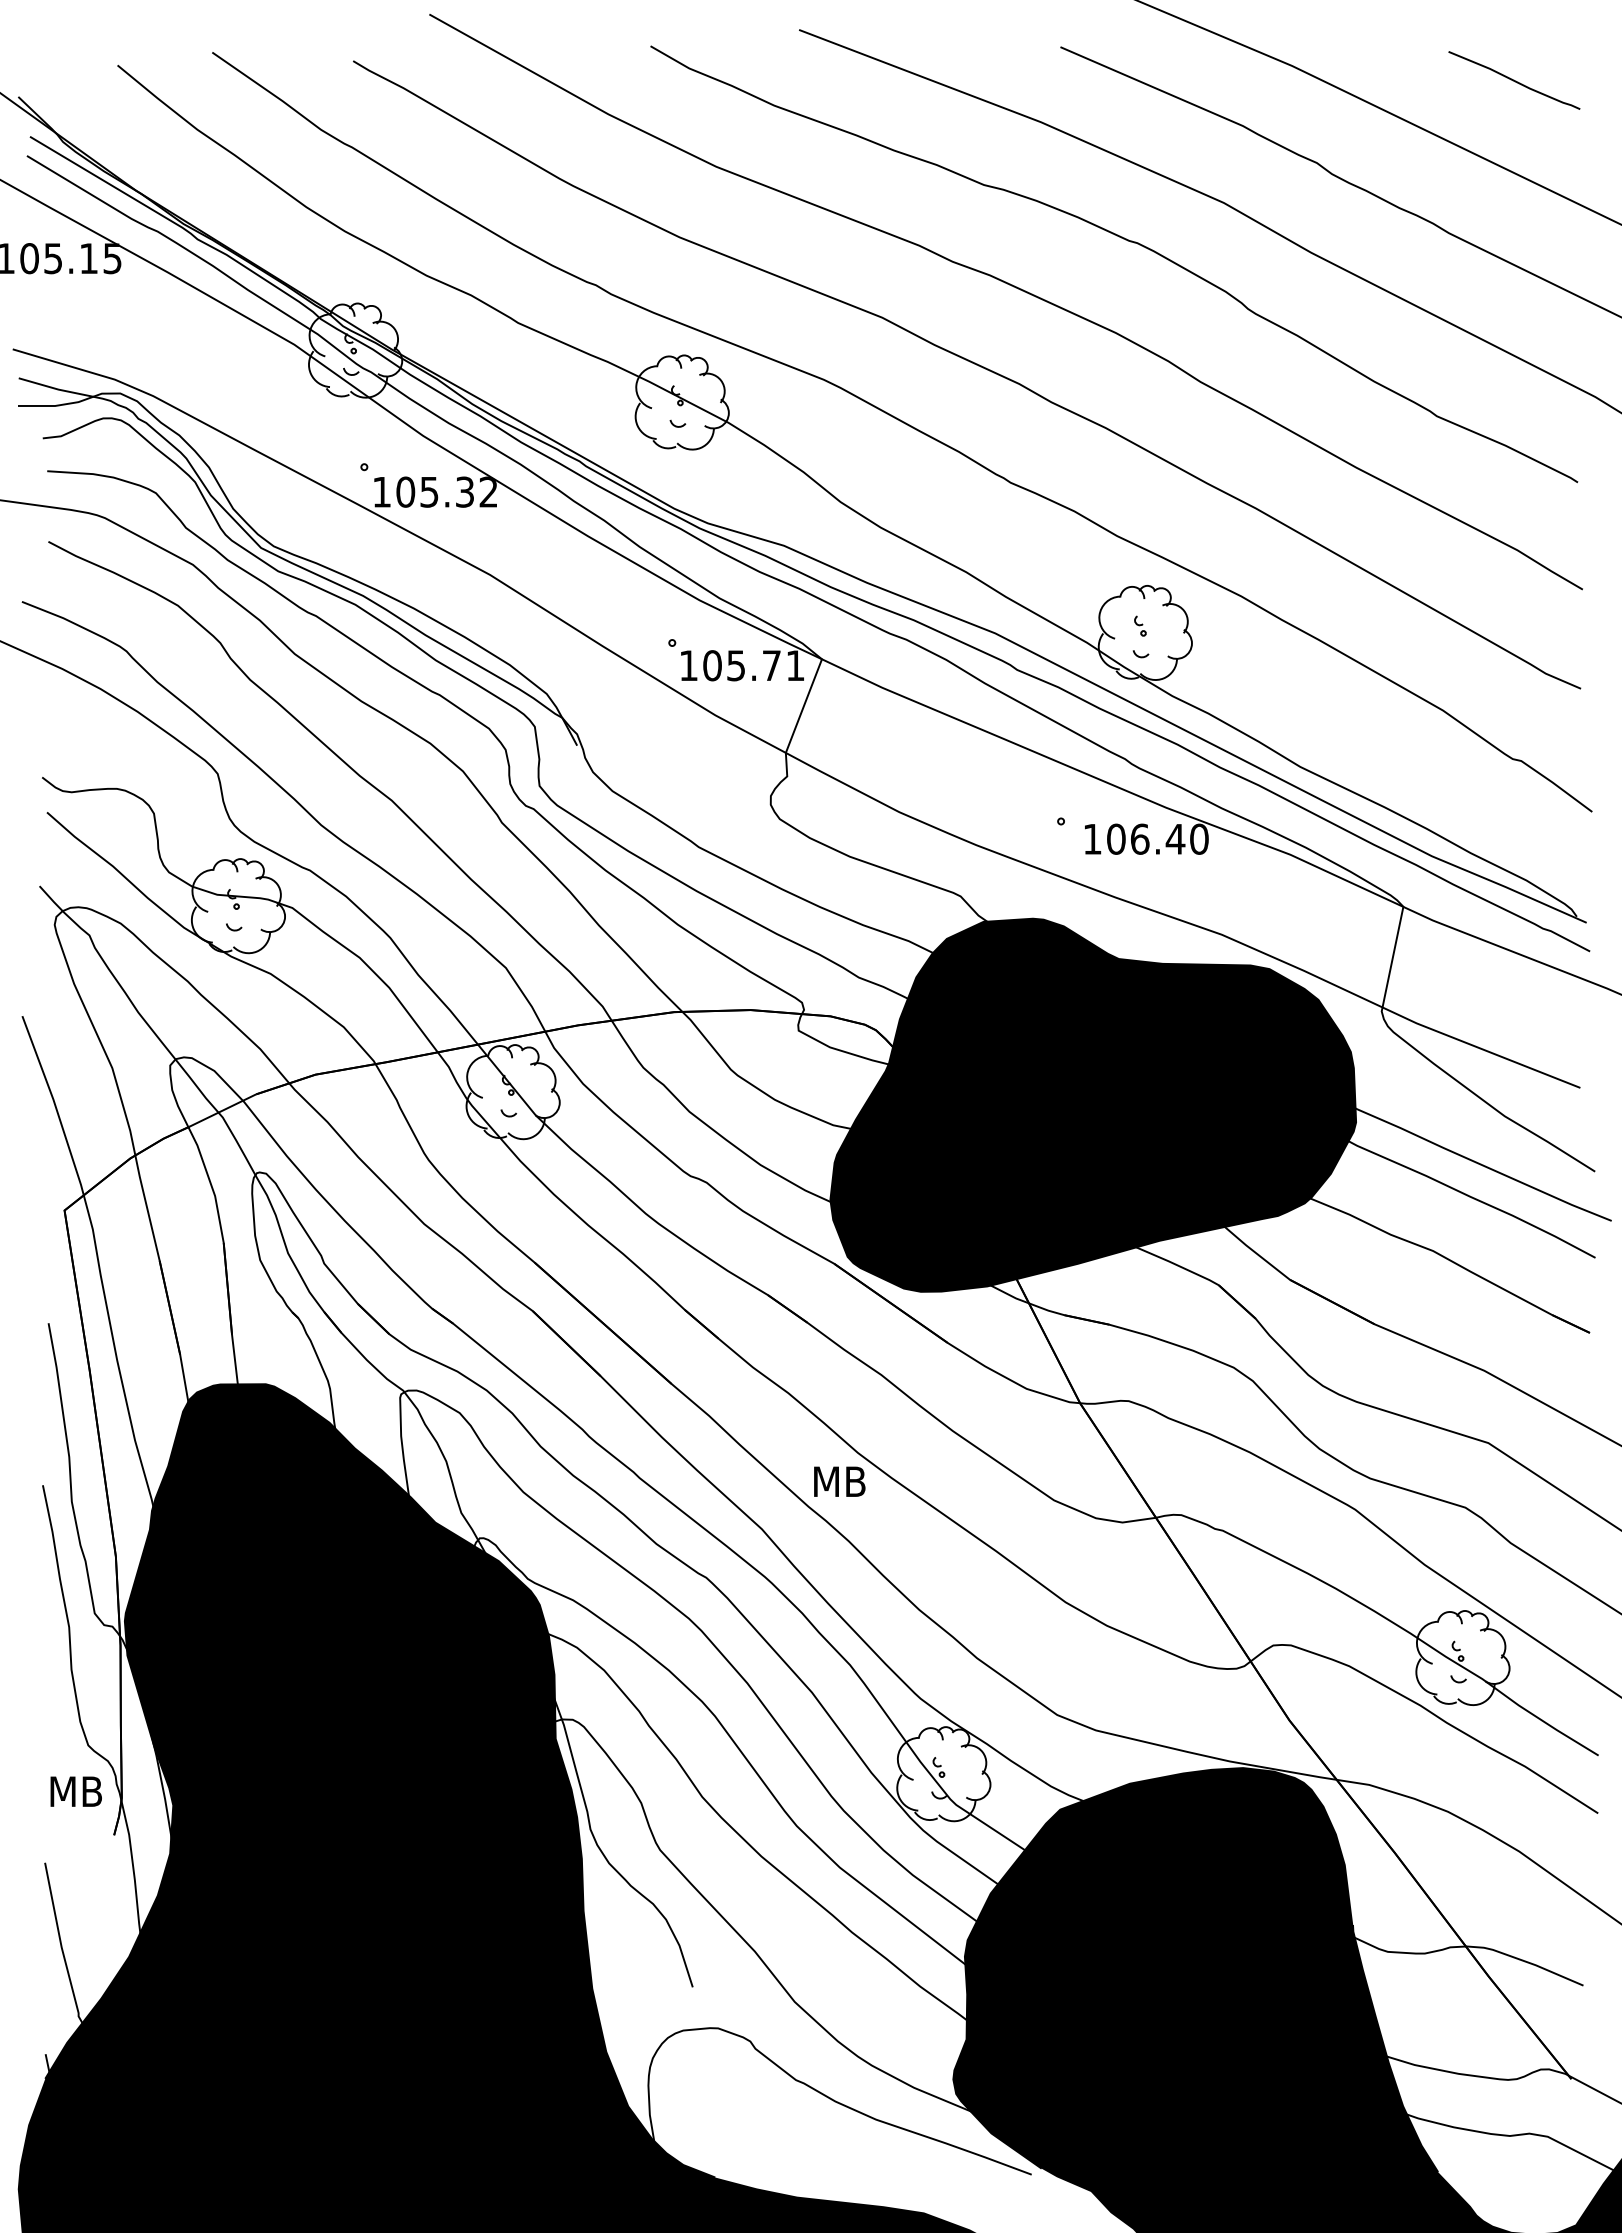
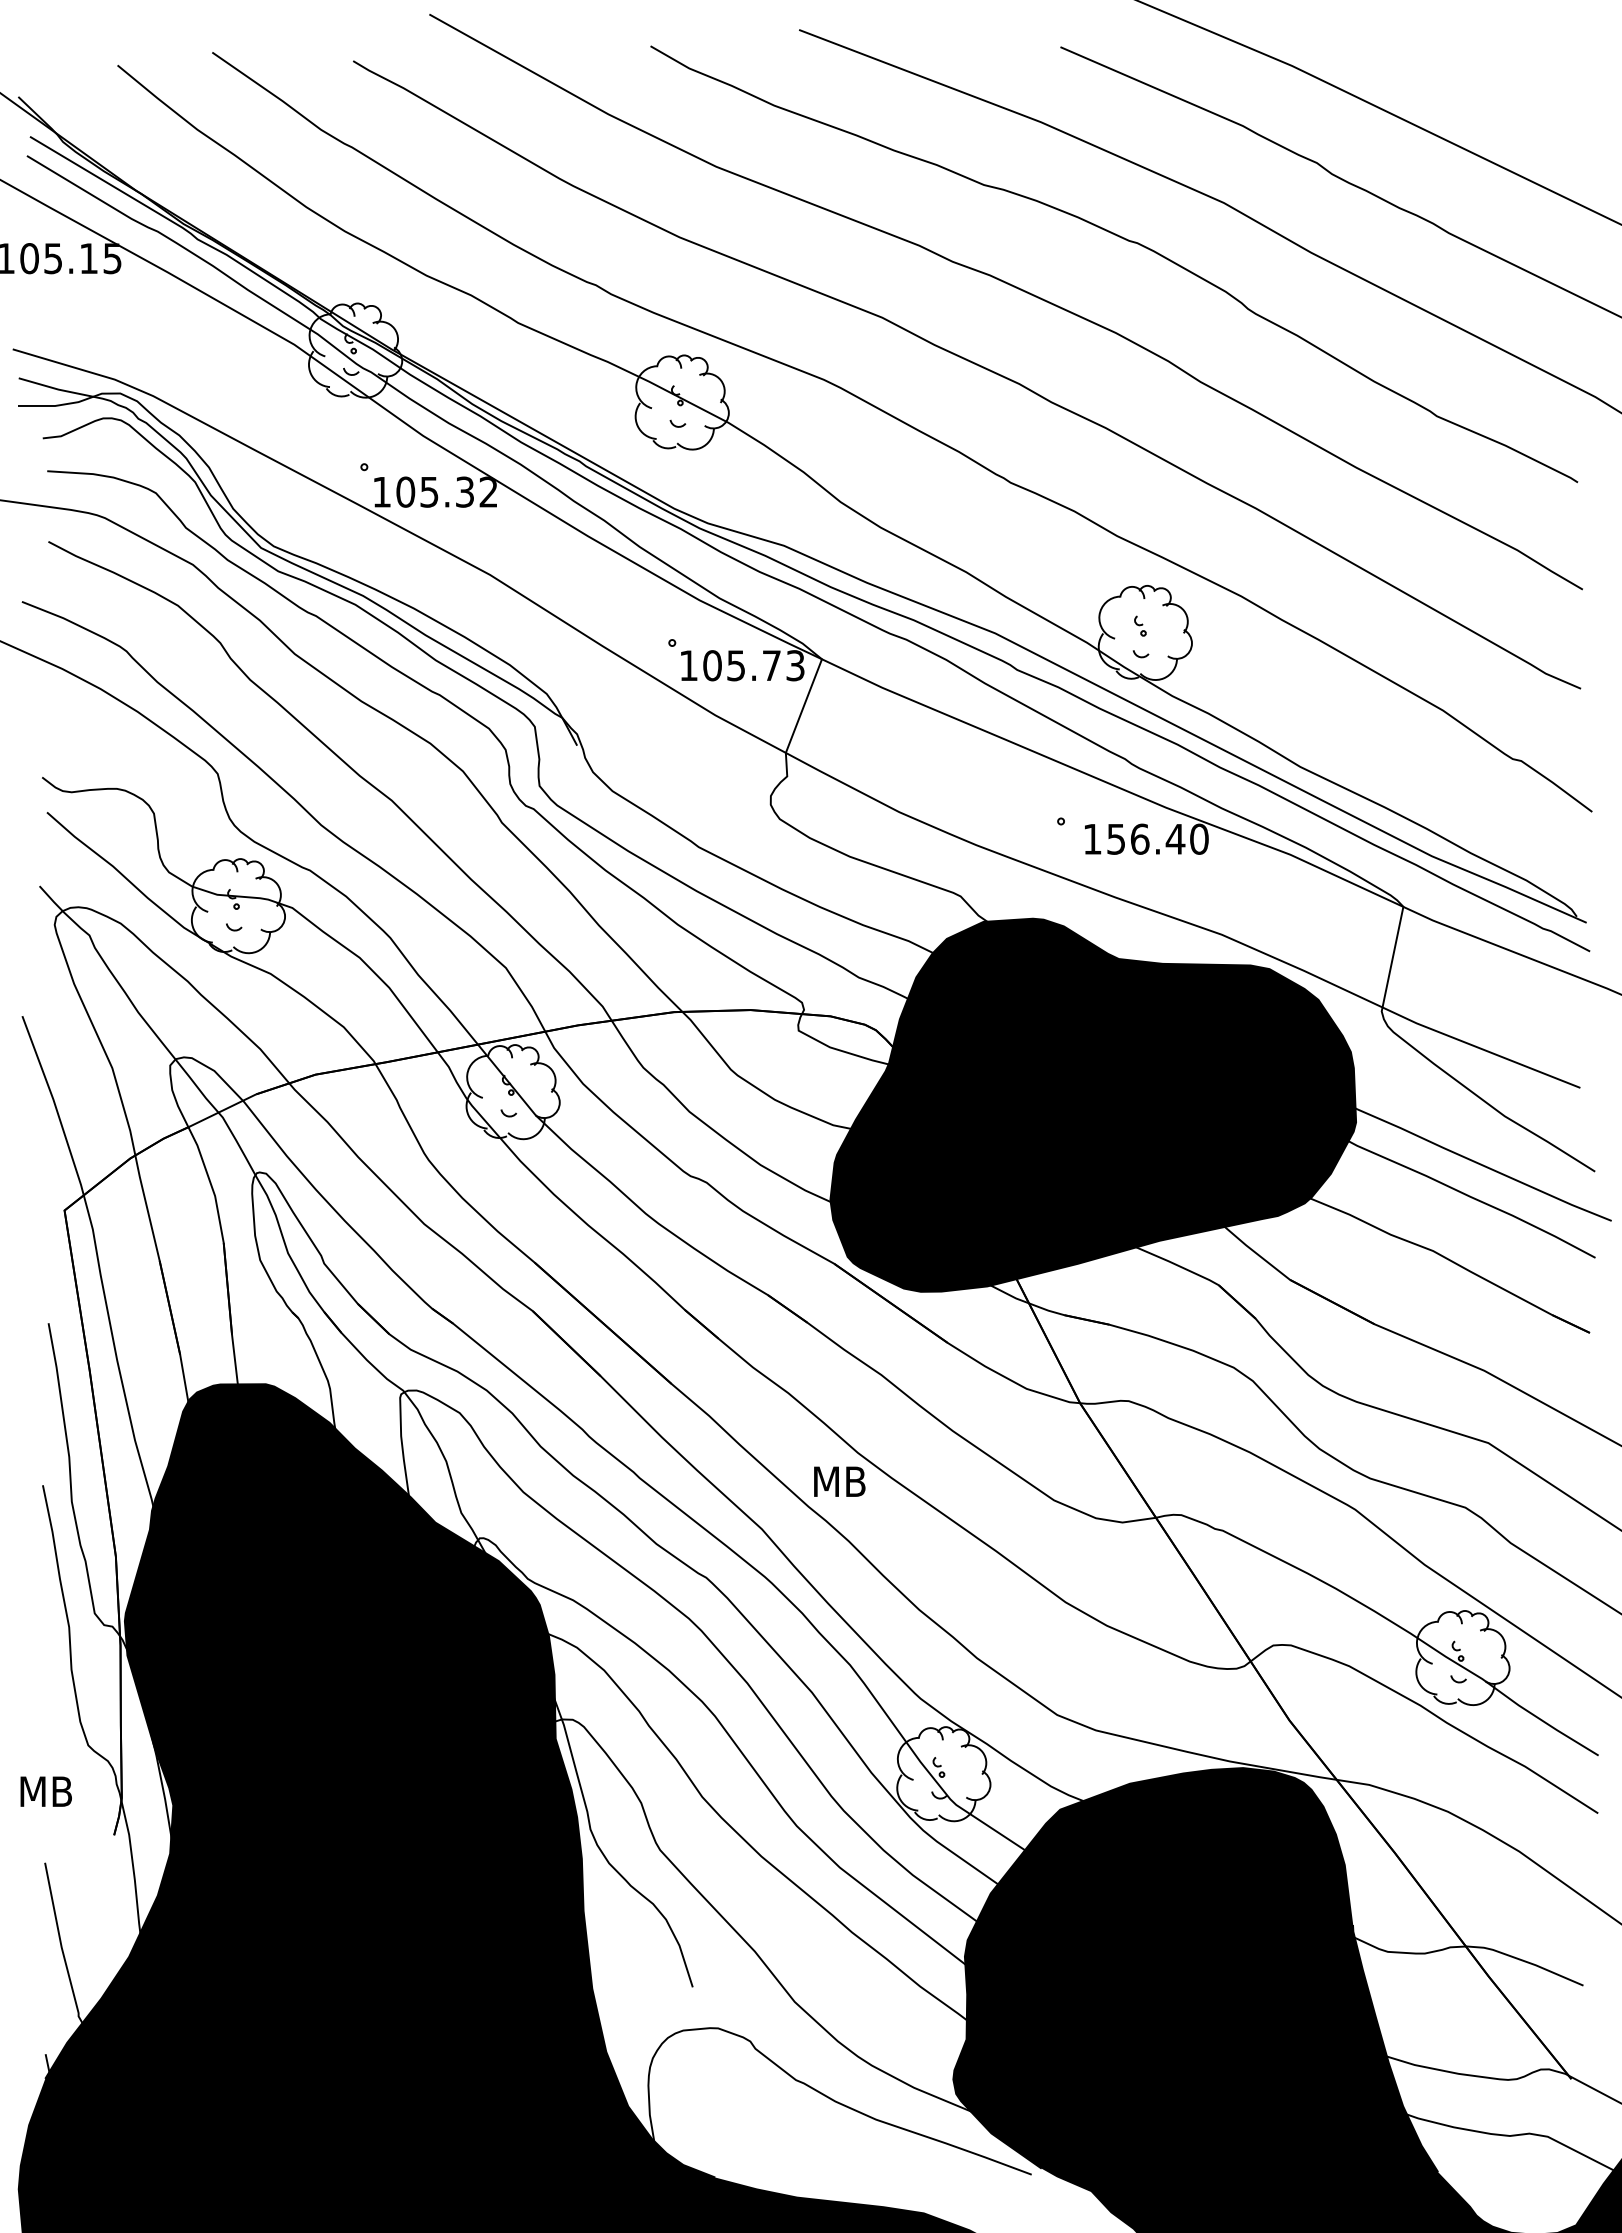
curve at (1514, 80): present -> none
text at (795, 665): 105.71 -> 105.73
text at (1116, 838): 106.40 -> 156.40
text at (75, 1791) position: (75, 1791) -> (45, 1791)
